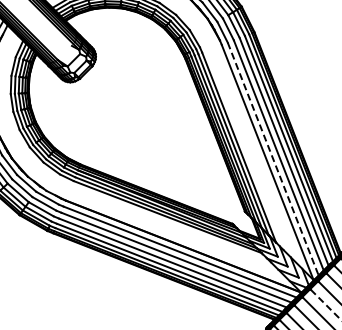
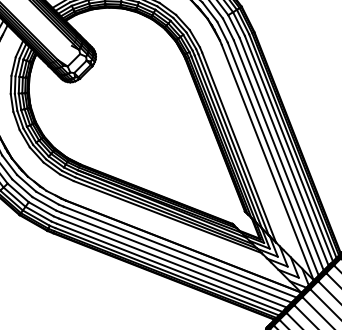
line at (273, 159): dashed -> solid
line at (326, 305): dashed -> solid
